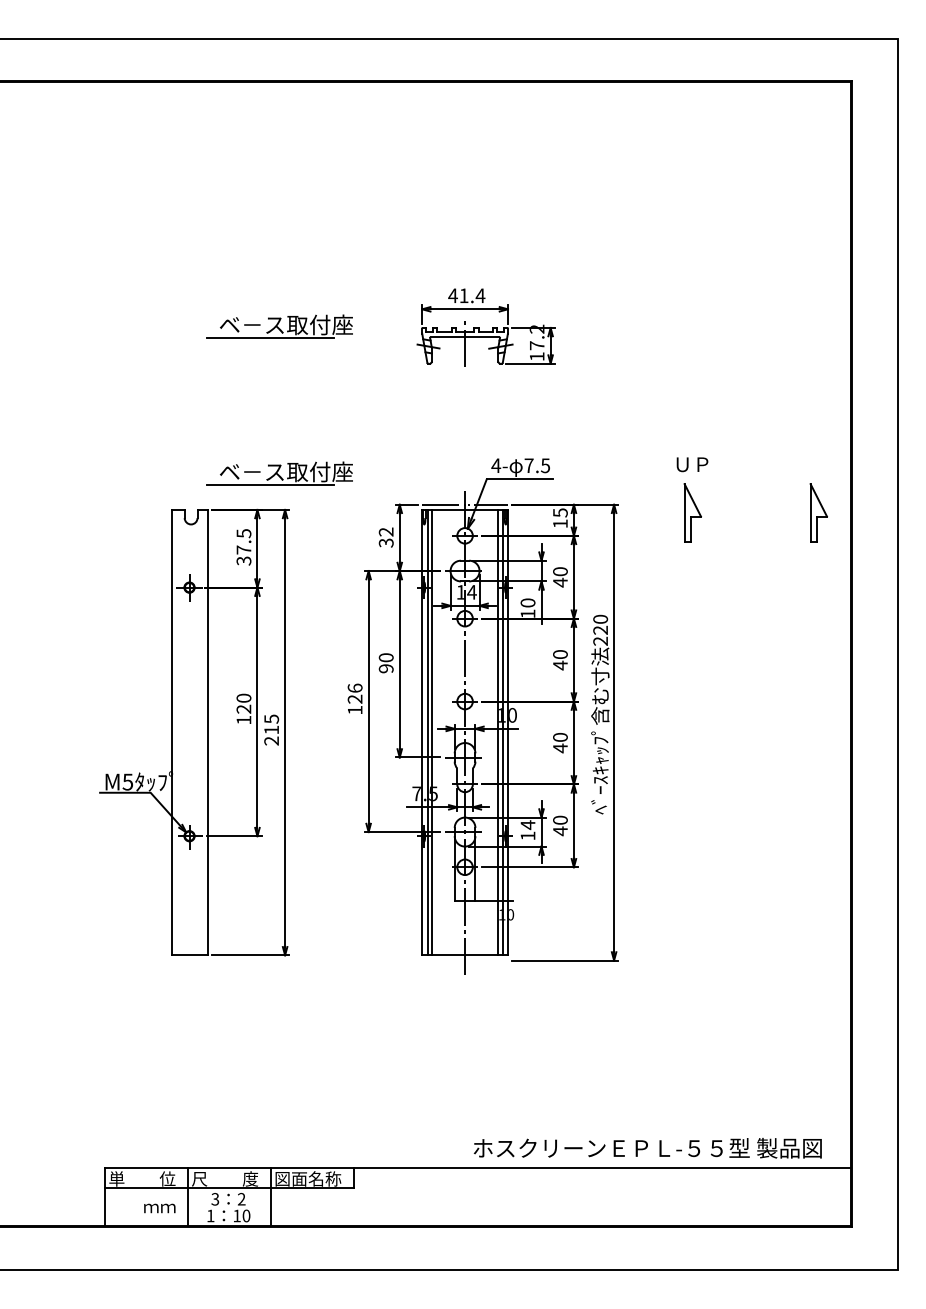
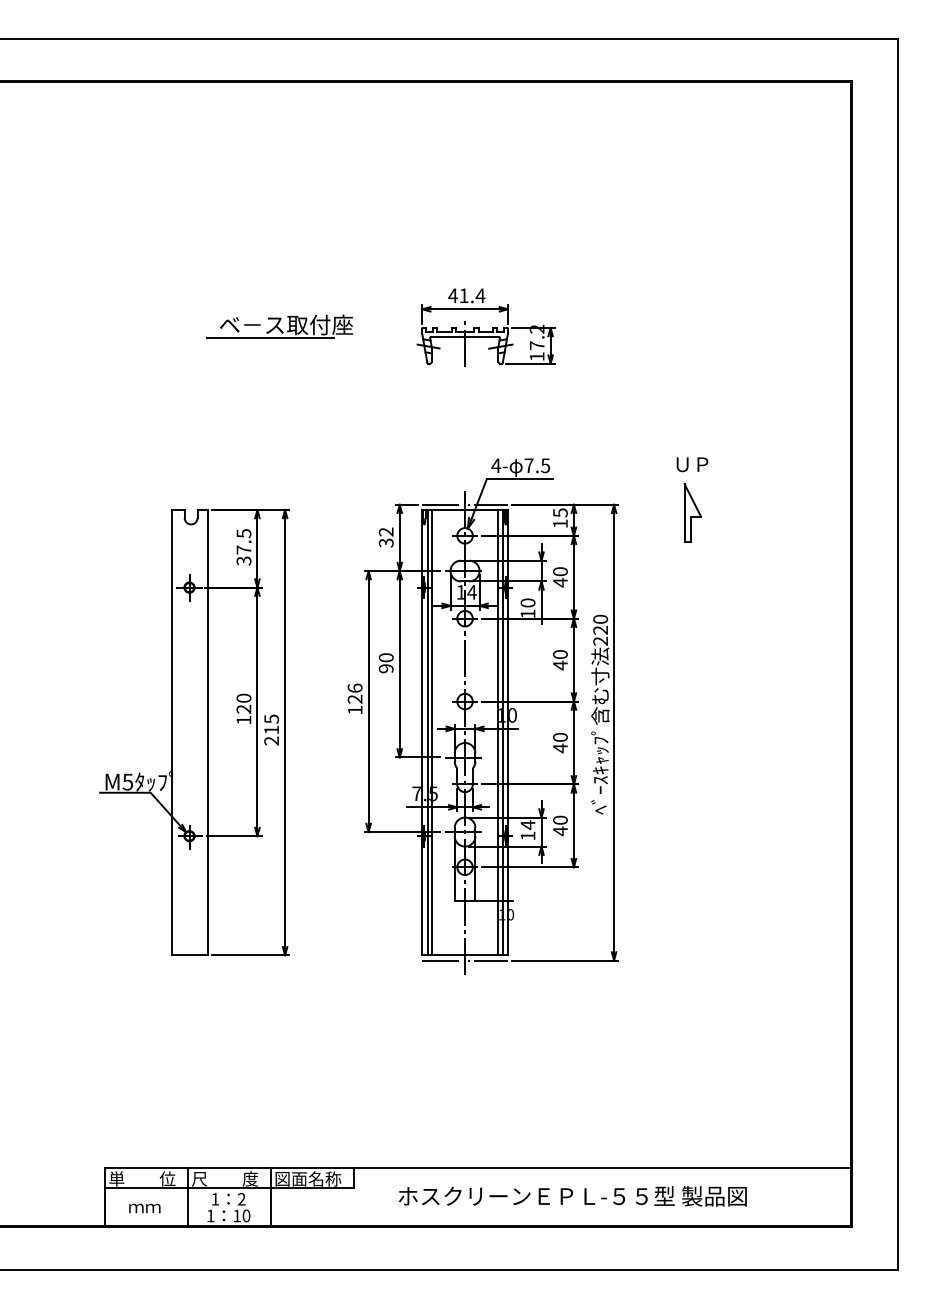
part at (279, 473): present -> none
part at (818, 512): present -> none
line at (464, 960): none -> present
text at (647, 1148) position: (647, 1148) -> (572, 1196)
text at (215, 1199): 3 -> 1
text at (159, 1208) position: (159, 1208) -> (144, 1208)
